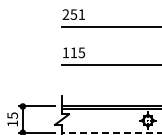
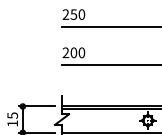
text at (81, 14): 251 -> 250
text at (73, 52): 115 -> 200
line at (111, 132): dashed -> solid
